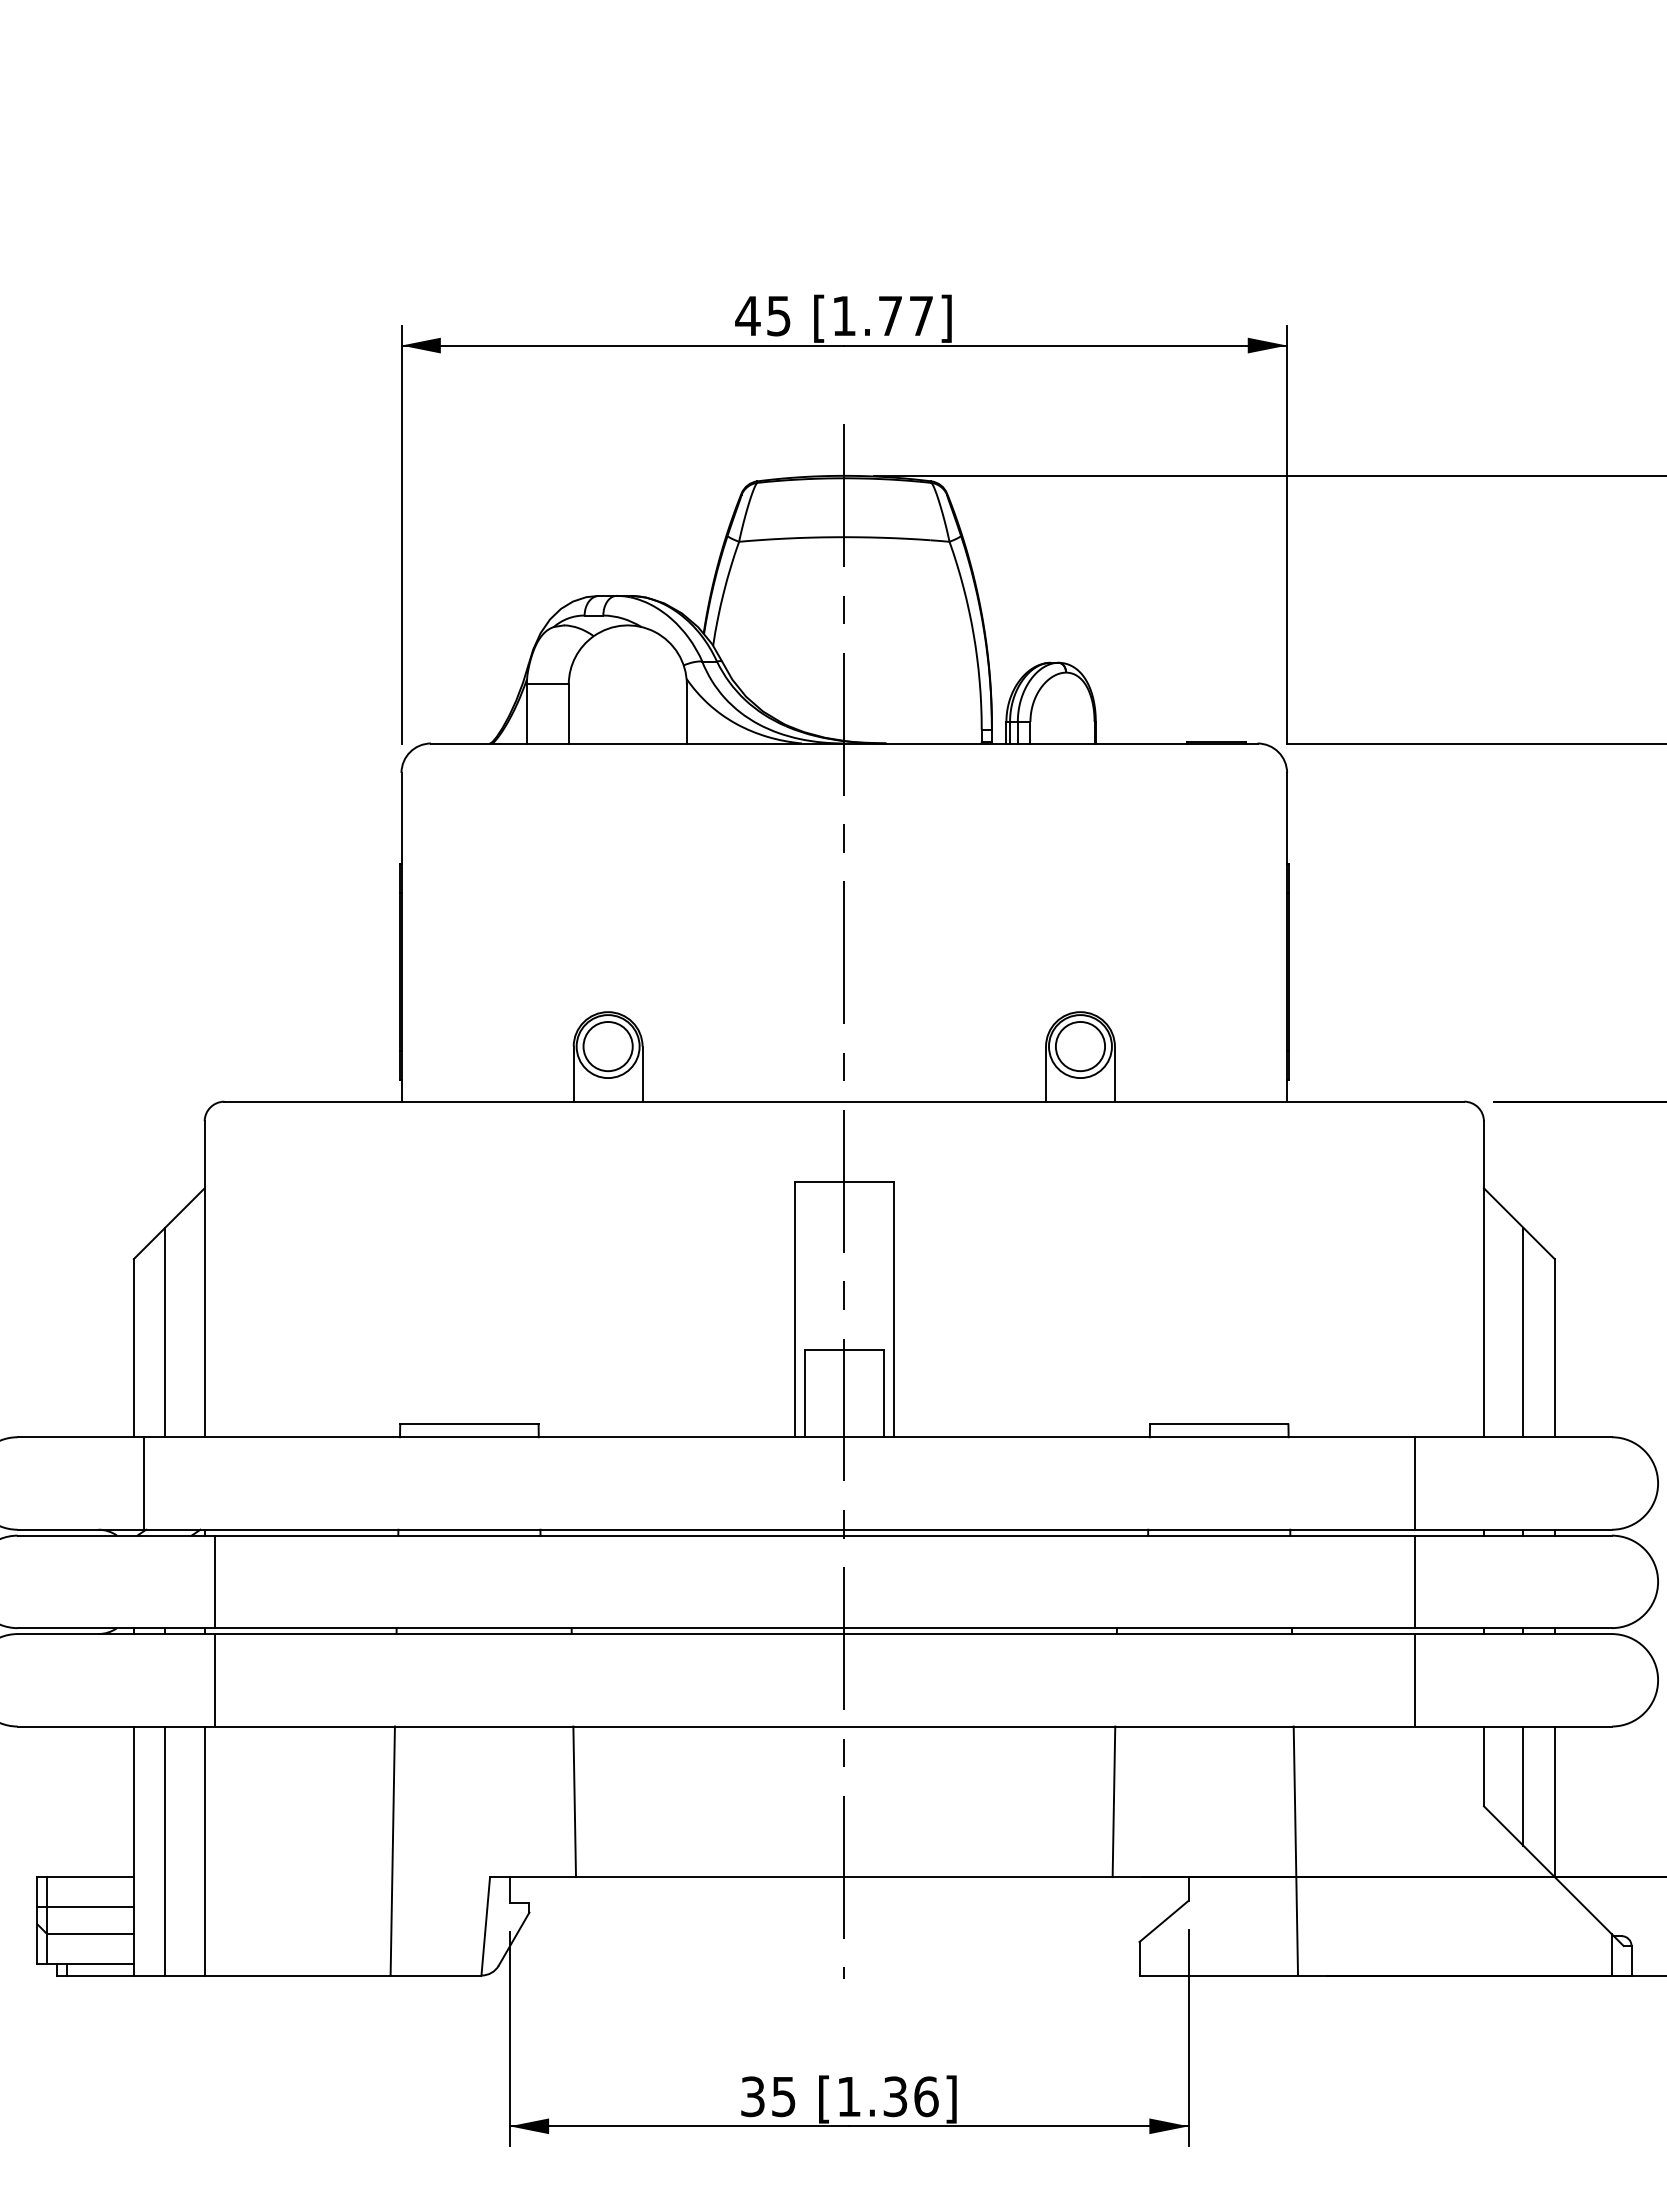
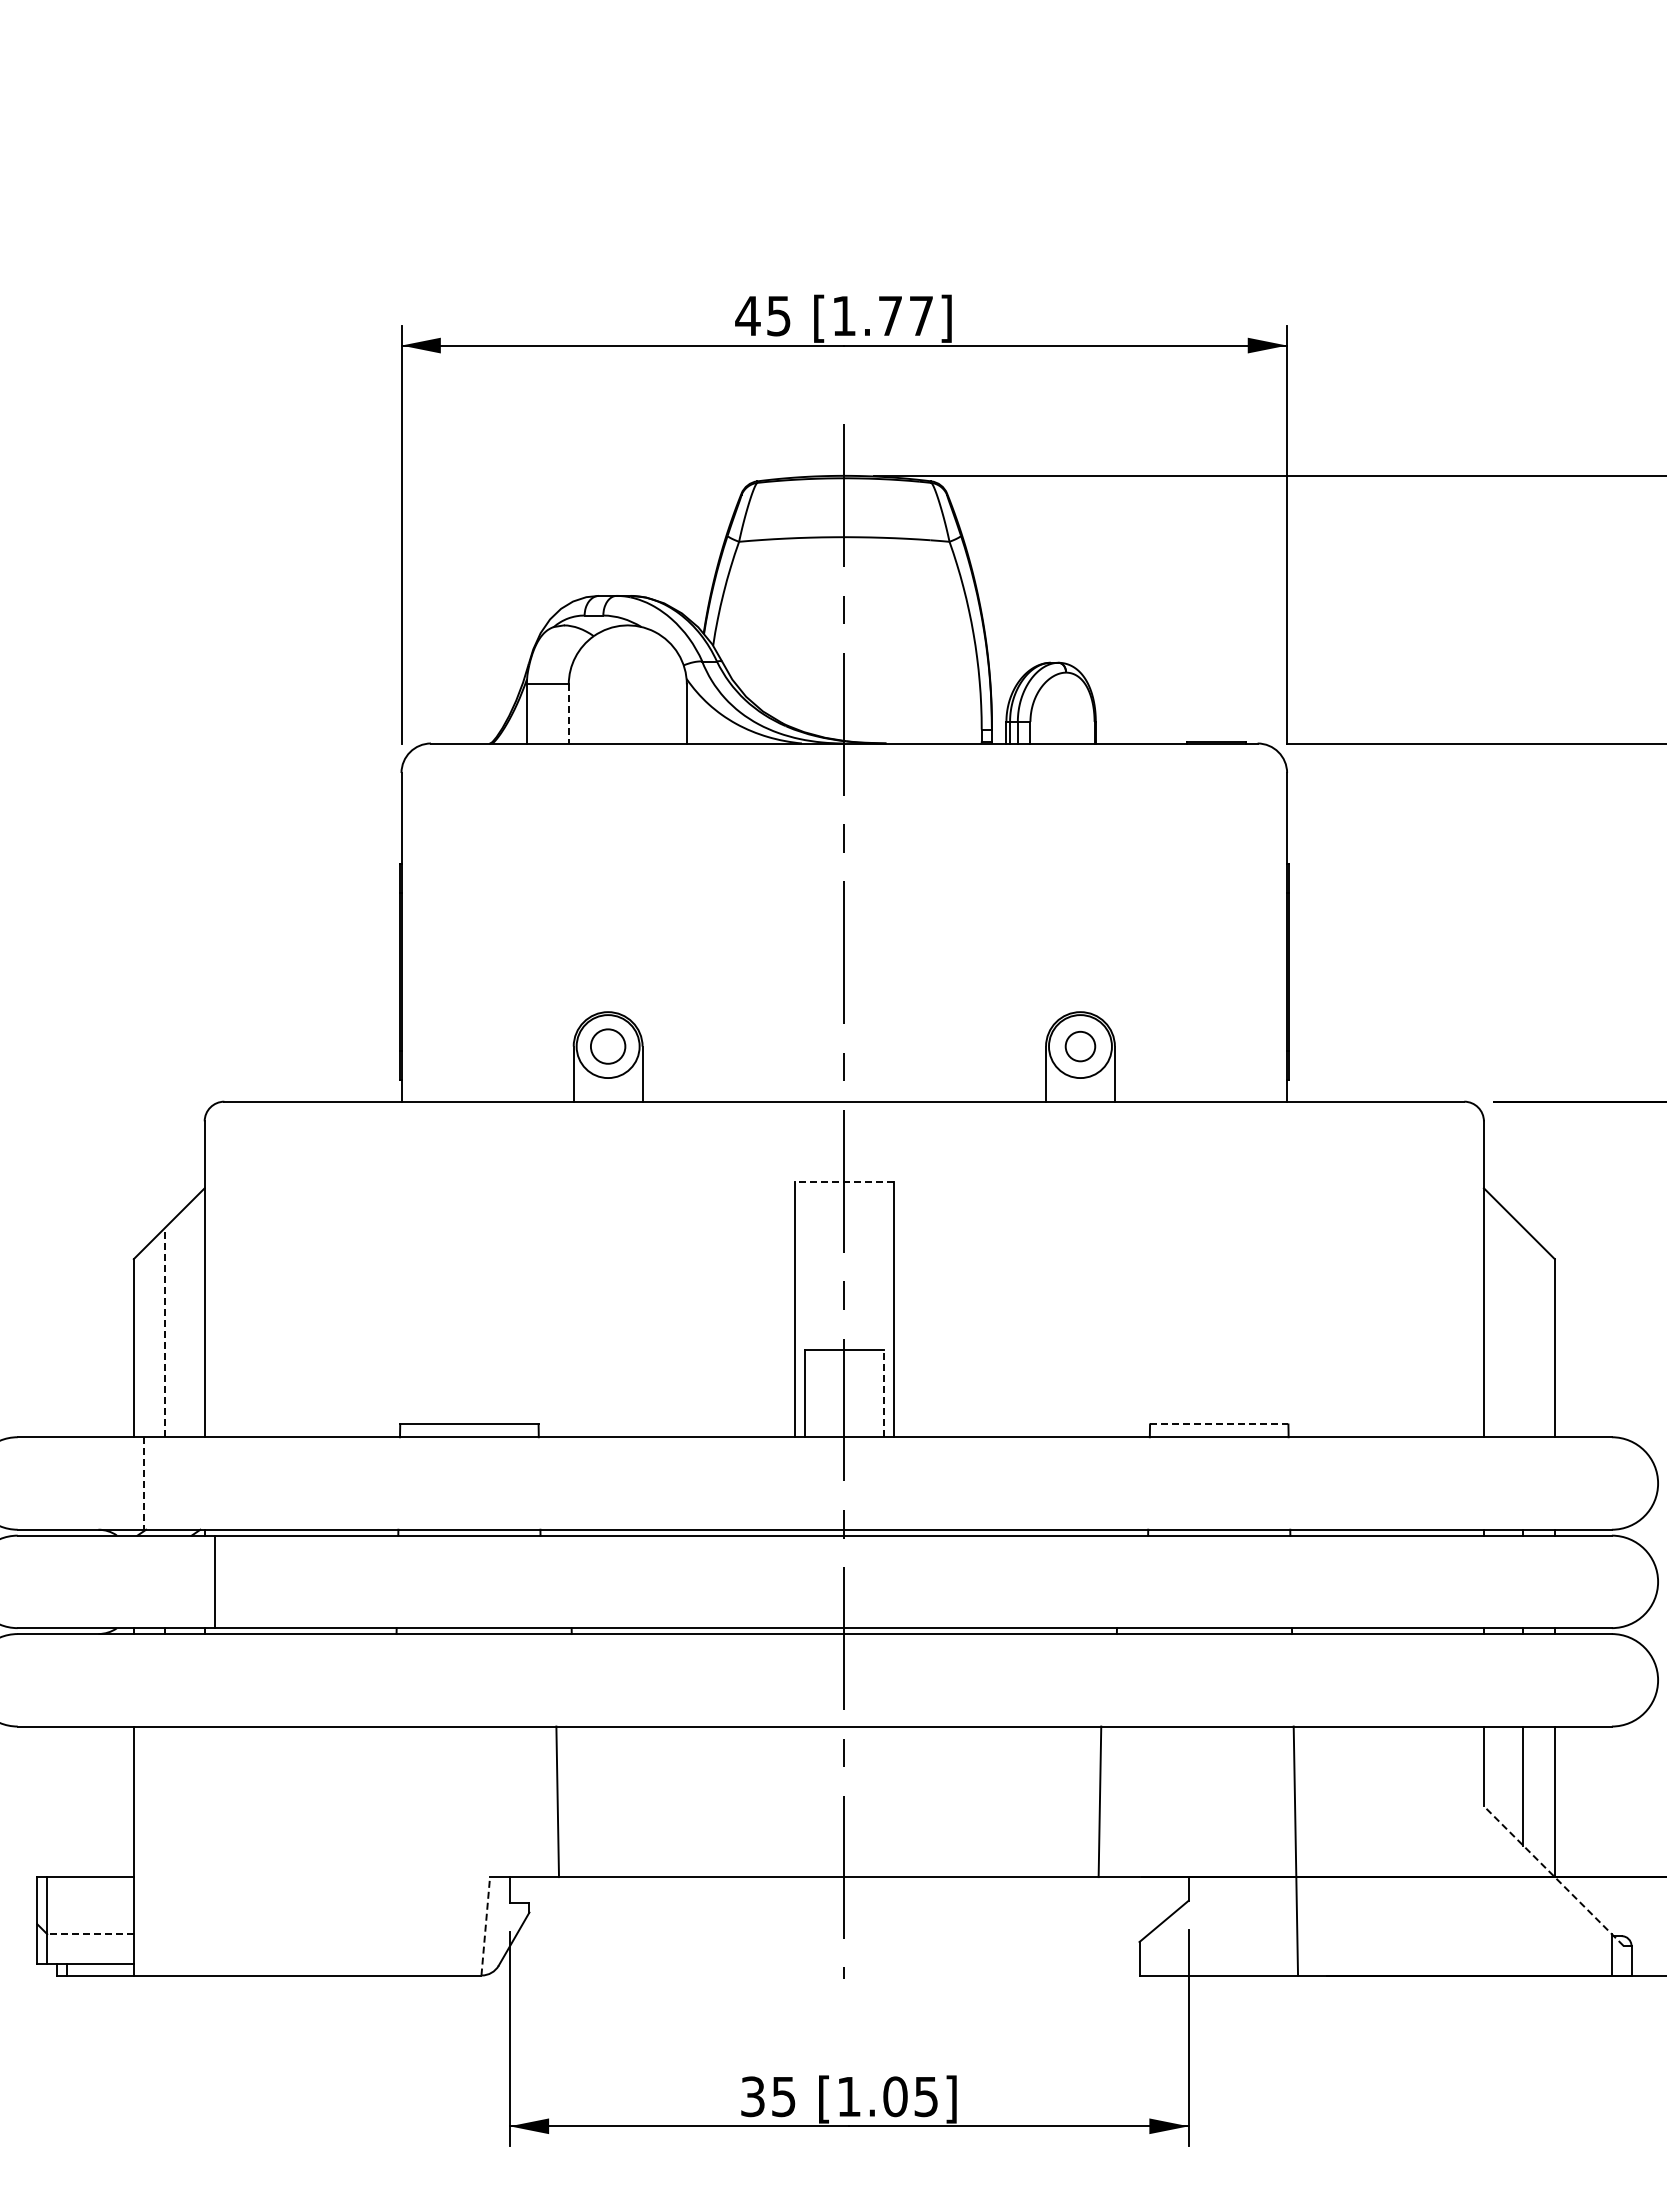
line at (568, 713): solid -> dashed
circle at (607, 1046) diameter: 49 px -> 34 px
circle at (1080, 1046) diameter: 49 px -> 30 px
line at (843, 1182): solid -> dashed
line at (165, 1332): solid -> dashed
line at (1523, 1332): present -> none
line at (883, 1393): solid -> dashed
line at (1219, 1424): solid -> dashed
line at (143, 1483): solid -> dashed
line at (1415, 1483): present -> none
line at (1415, 1581): present -> none
line at (214, 1680): present -> none
line at (1415, 1680): present -> none
line at (574, 1801) position: (574, 1801) -> (557, 1801)
line at (1113, 1801) position: (1113, 1801) -> (1099, 1801)
line at (165, 1850): present -> none
line at (204, 1850): present -> none
line at (392, 1850): present -> none
line at (1553, 1876): solid -> dashed
line at (85, 1906): present -> none
line at (485, 1925): solid -> dashed
line at (90, 1934): solid -> dashed
text at (910, 2096): [1.36] -> [1.05]
